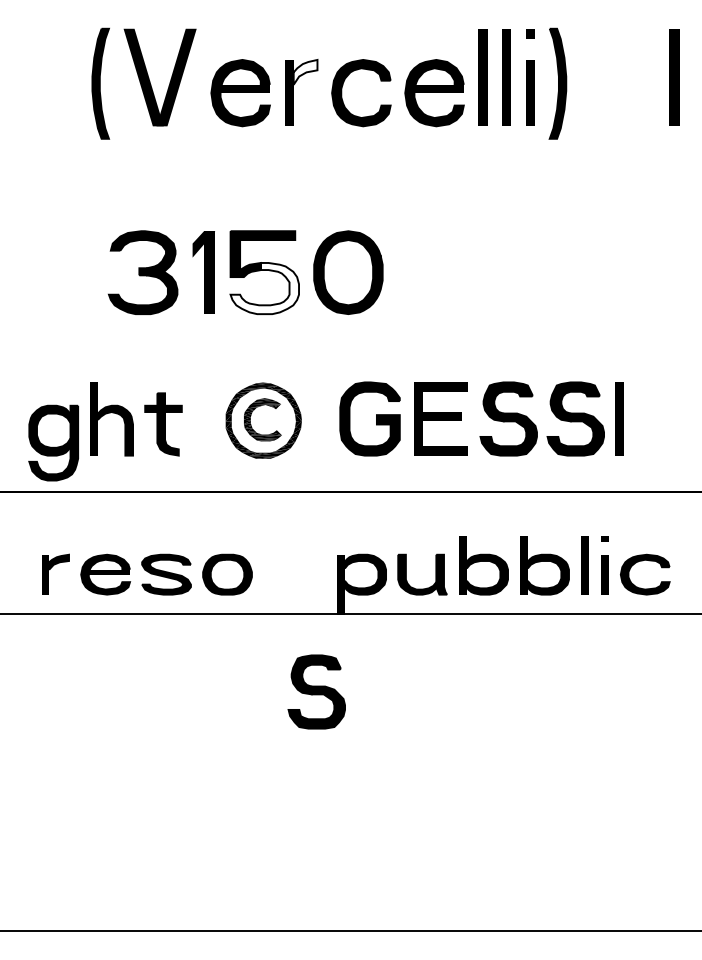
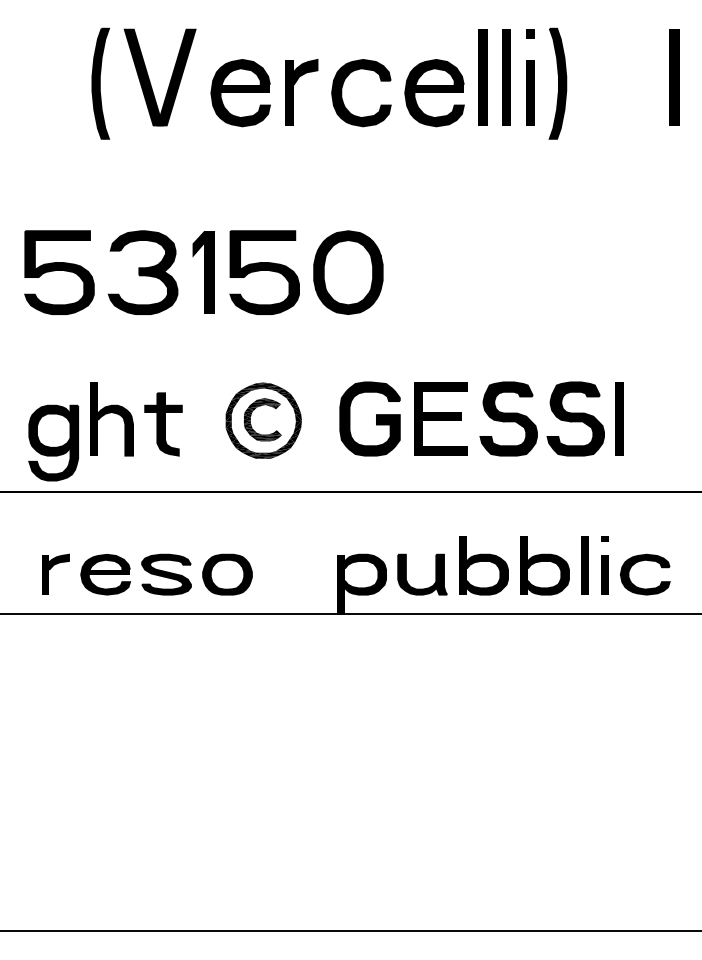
fill at (305, 71): none -> present
part at (59, 272): none -> present
fill at (264, 288): none -> present
part at (316, 691): present -> none
